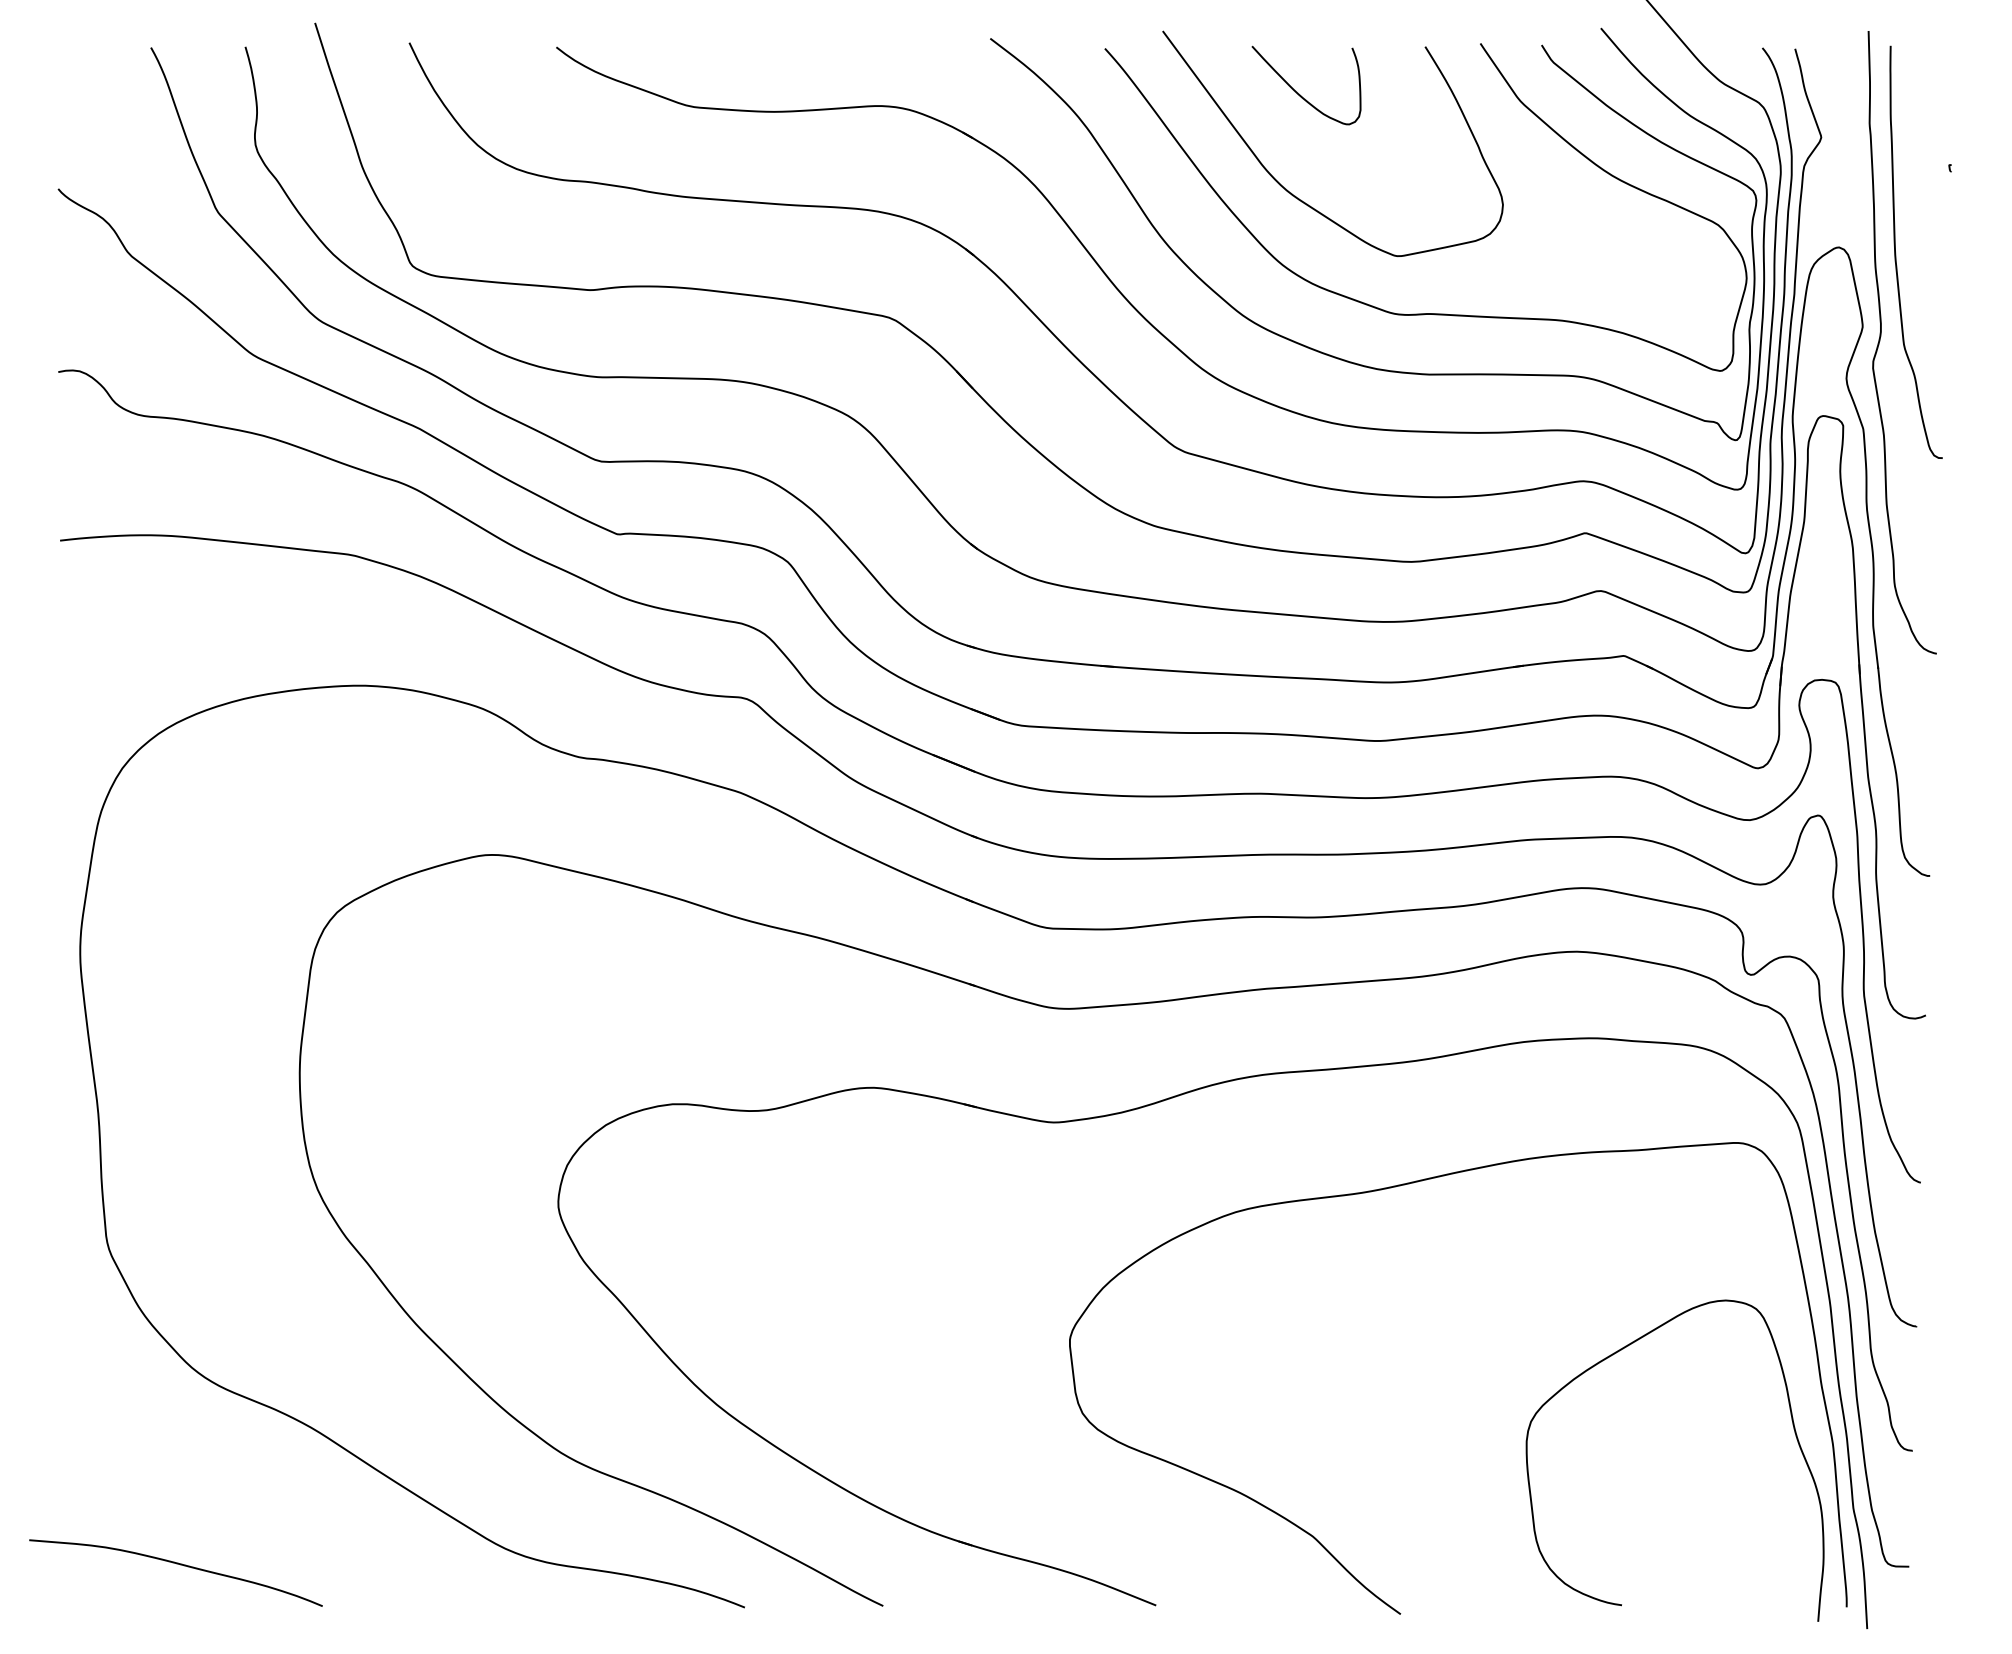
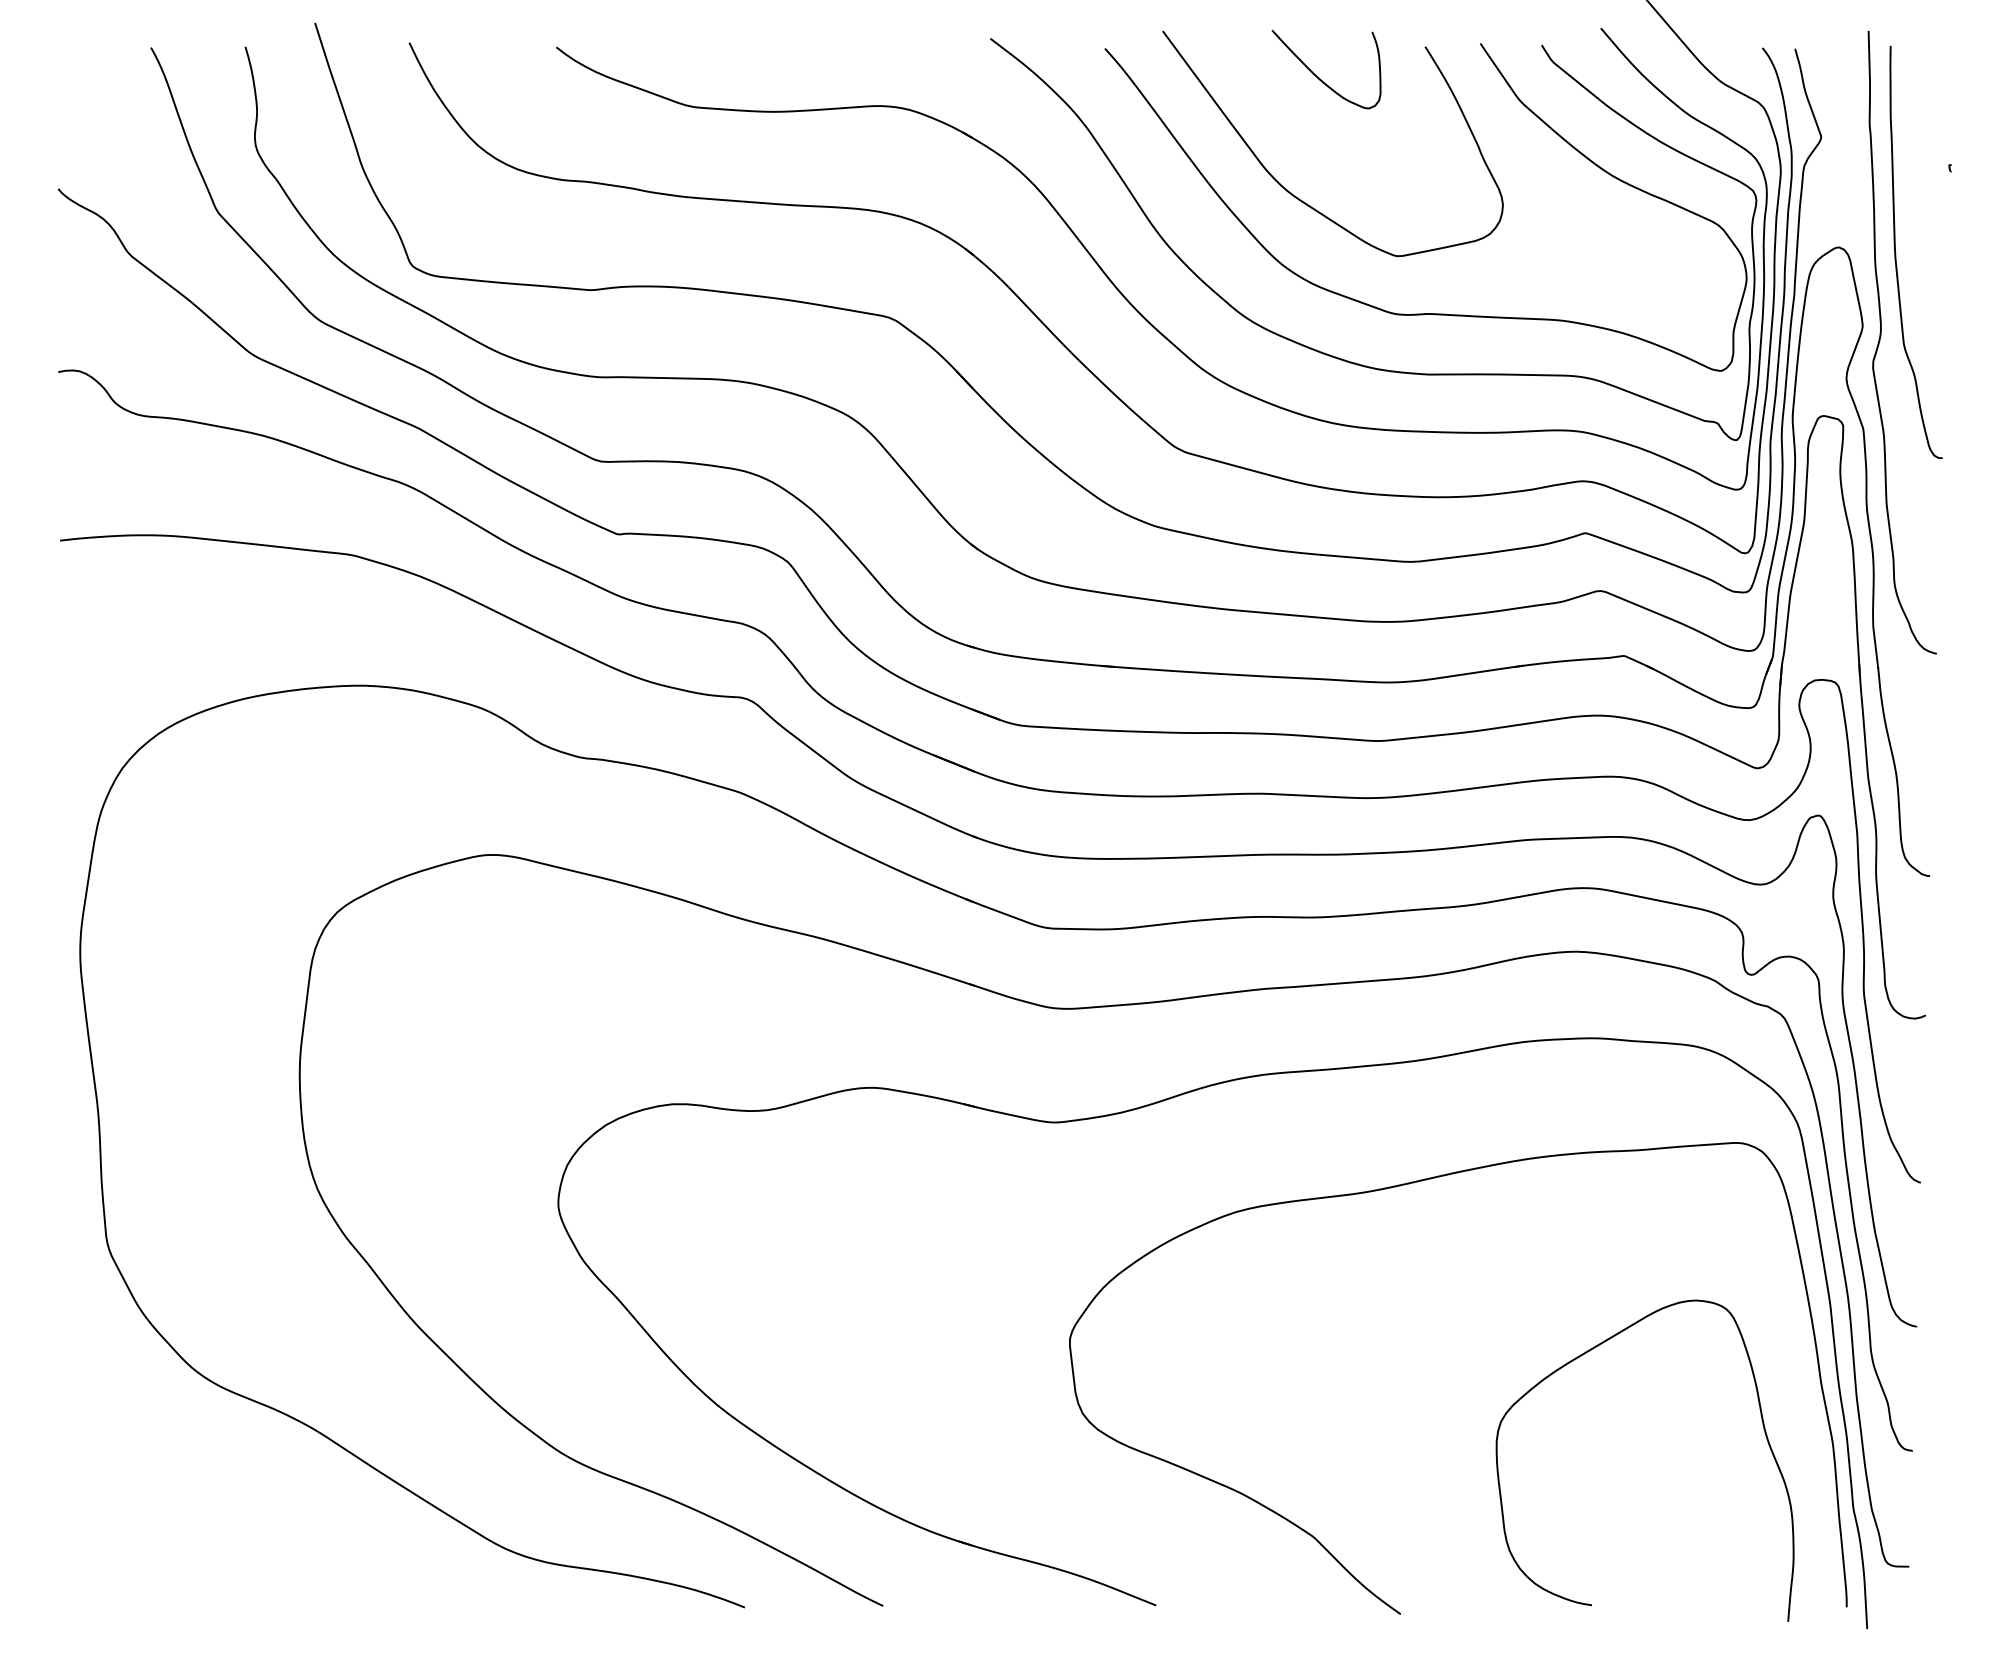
curve at (1298, 92) position: (1298, 92) -> (1318, 76)
curve at (1613, 1355) position: (1613, 1355) -> (1583, 1355)
curve at (176, 1564): present -> none
